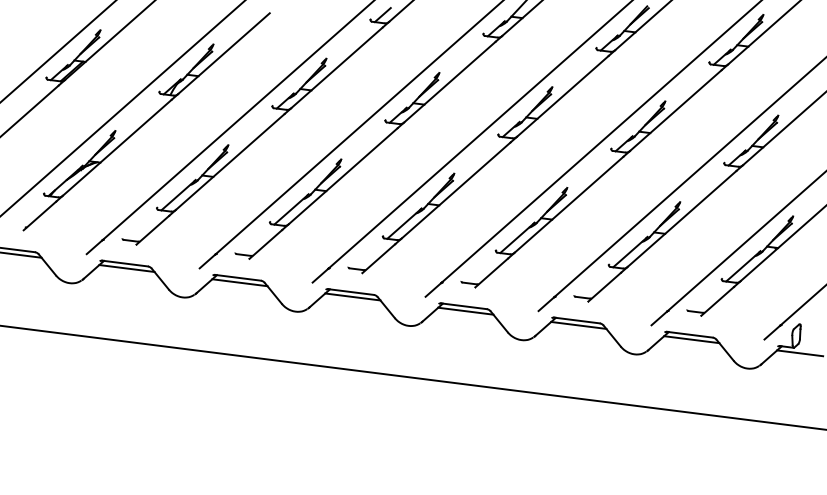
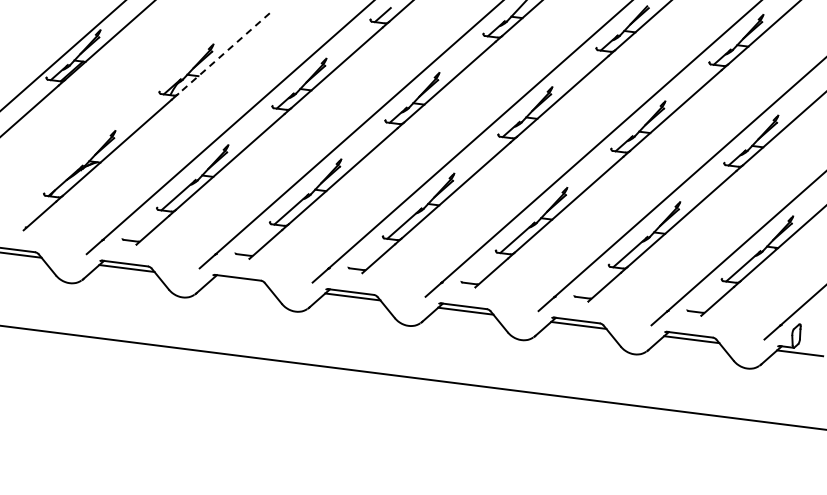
line at (57, 51) position: (57, 51) -> (62, 55)
line at (223, 53): solid -> dashed
line at (122, 108): present -> none
line at (239, 282): present -> none
